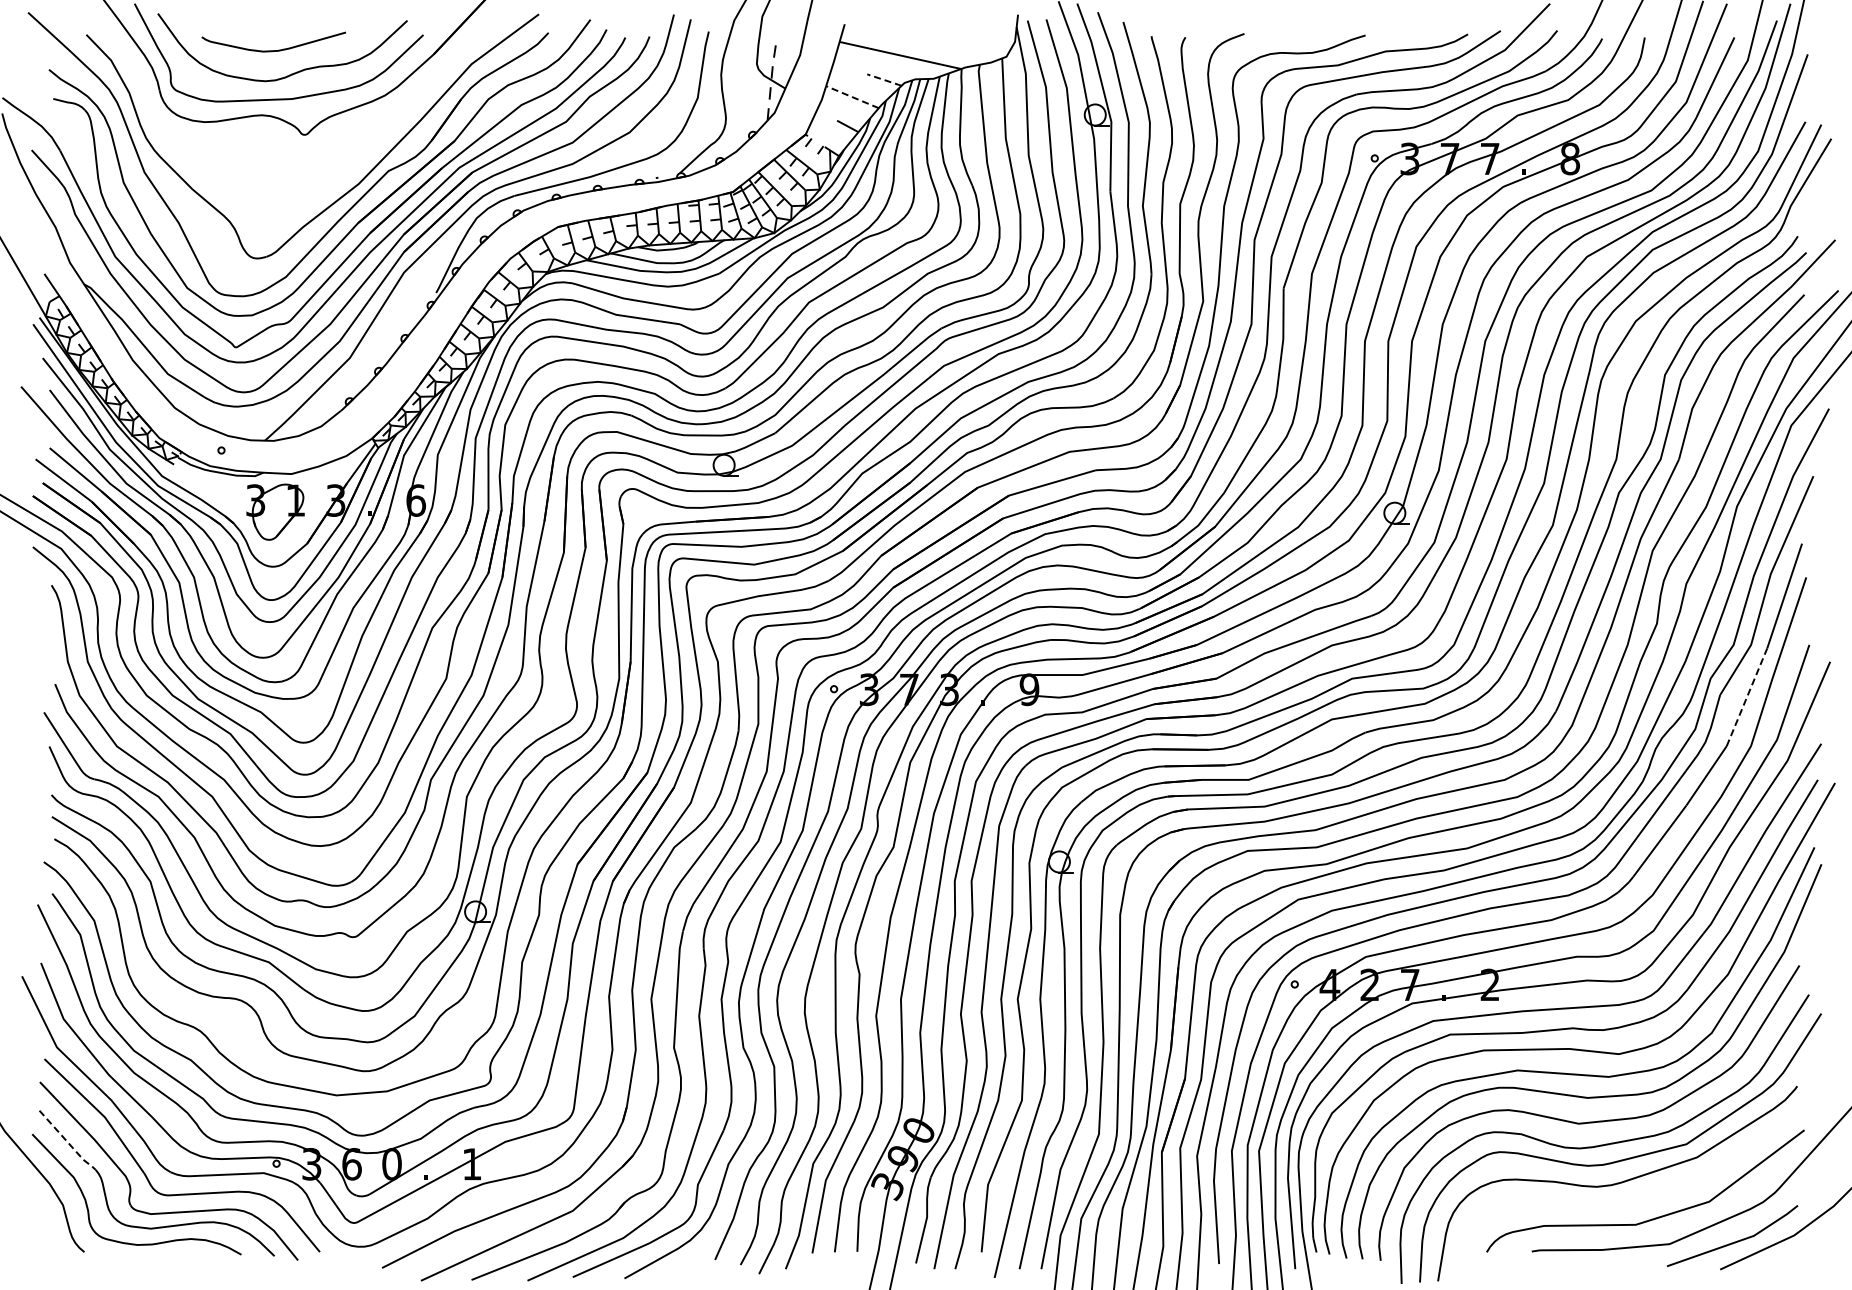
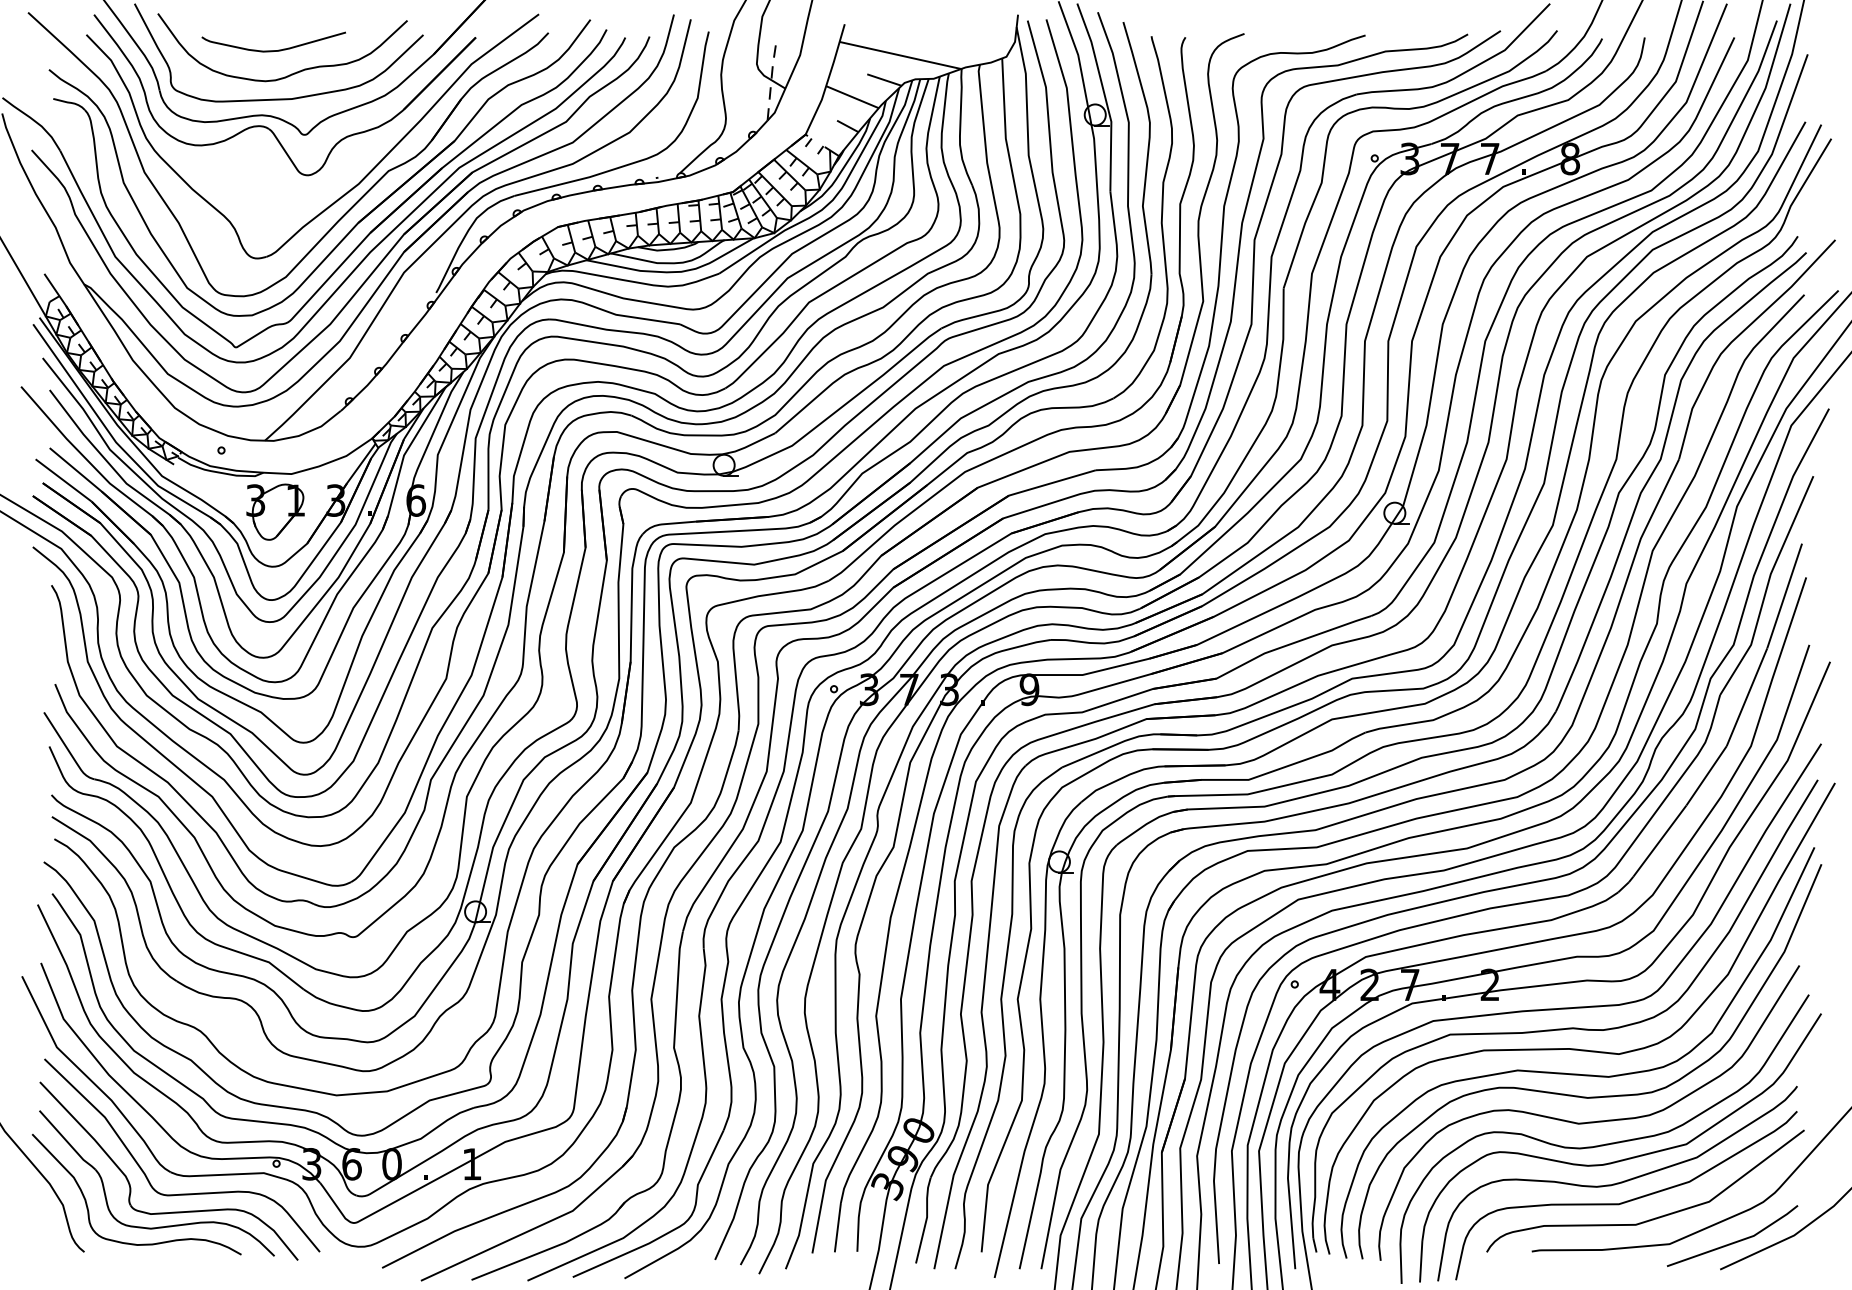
line at (883, 79): dashed -> solid
line at (852, 97): dashed -> solid
part at (268, 127): none -> present
line at (1746, 697): dashed -> solid
line at (68, 1142): dashed -> solid
curve at (1626, 1200): none -> present
